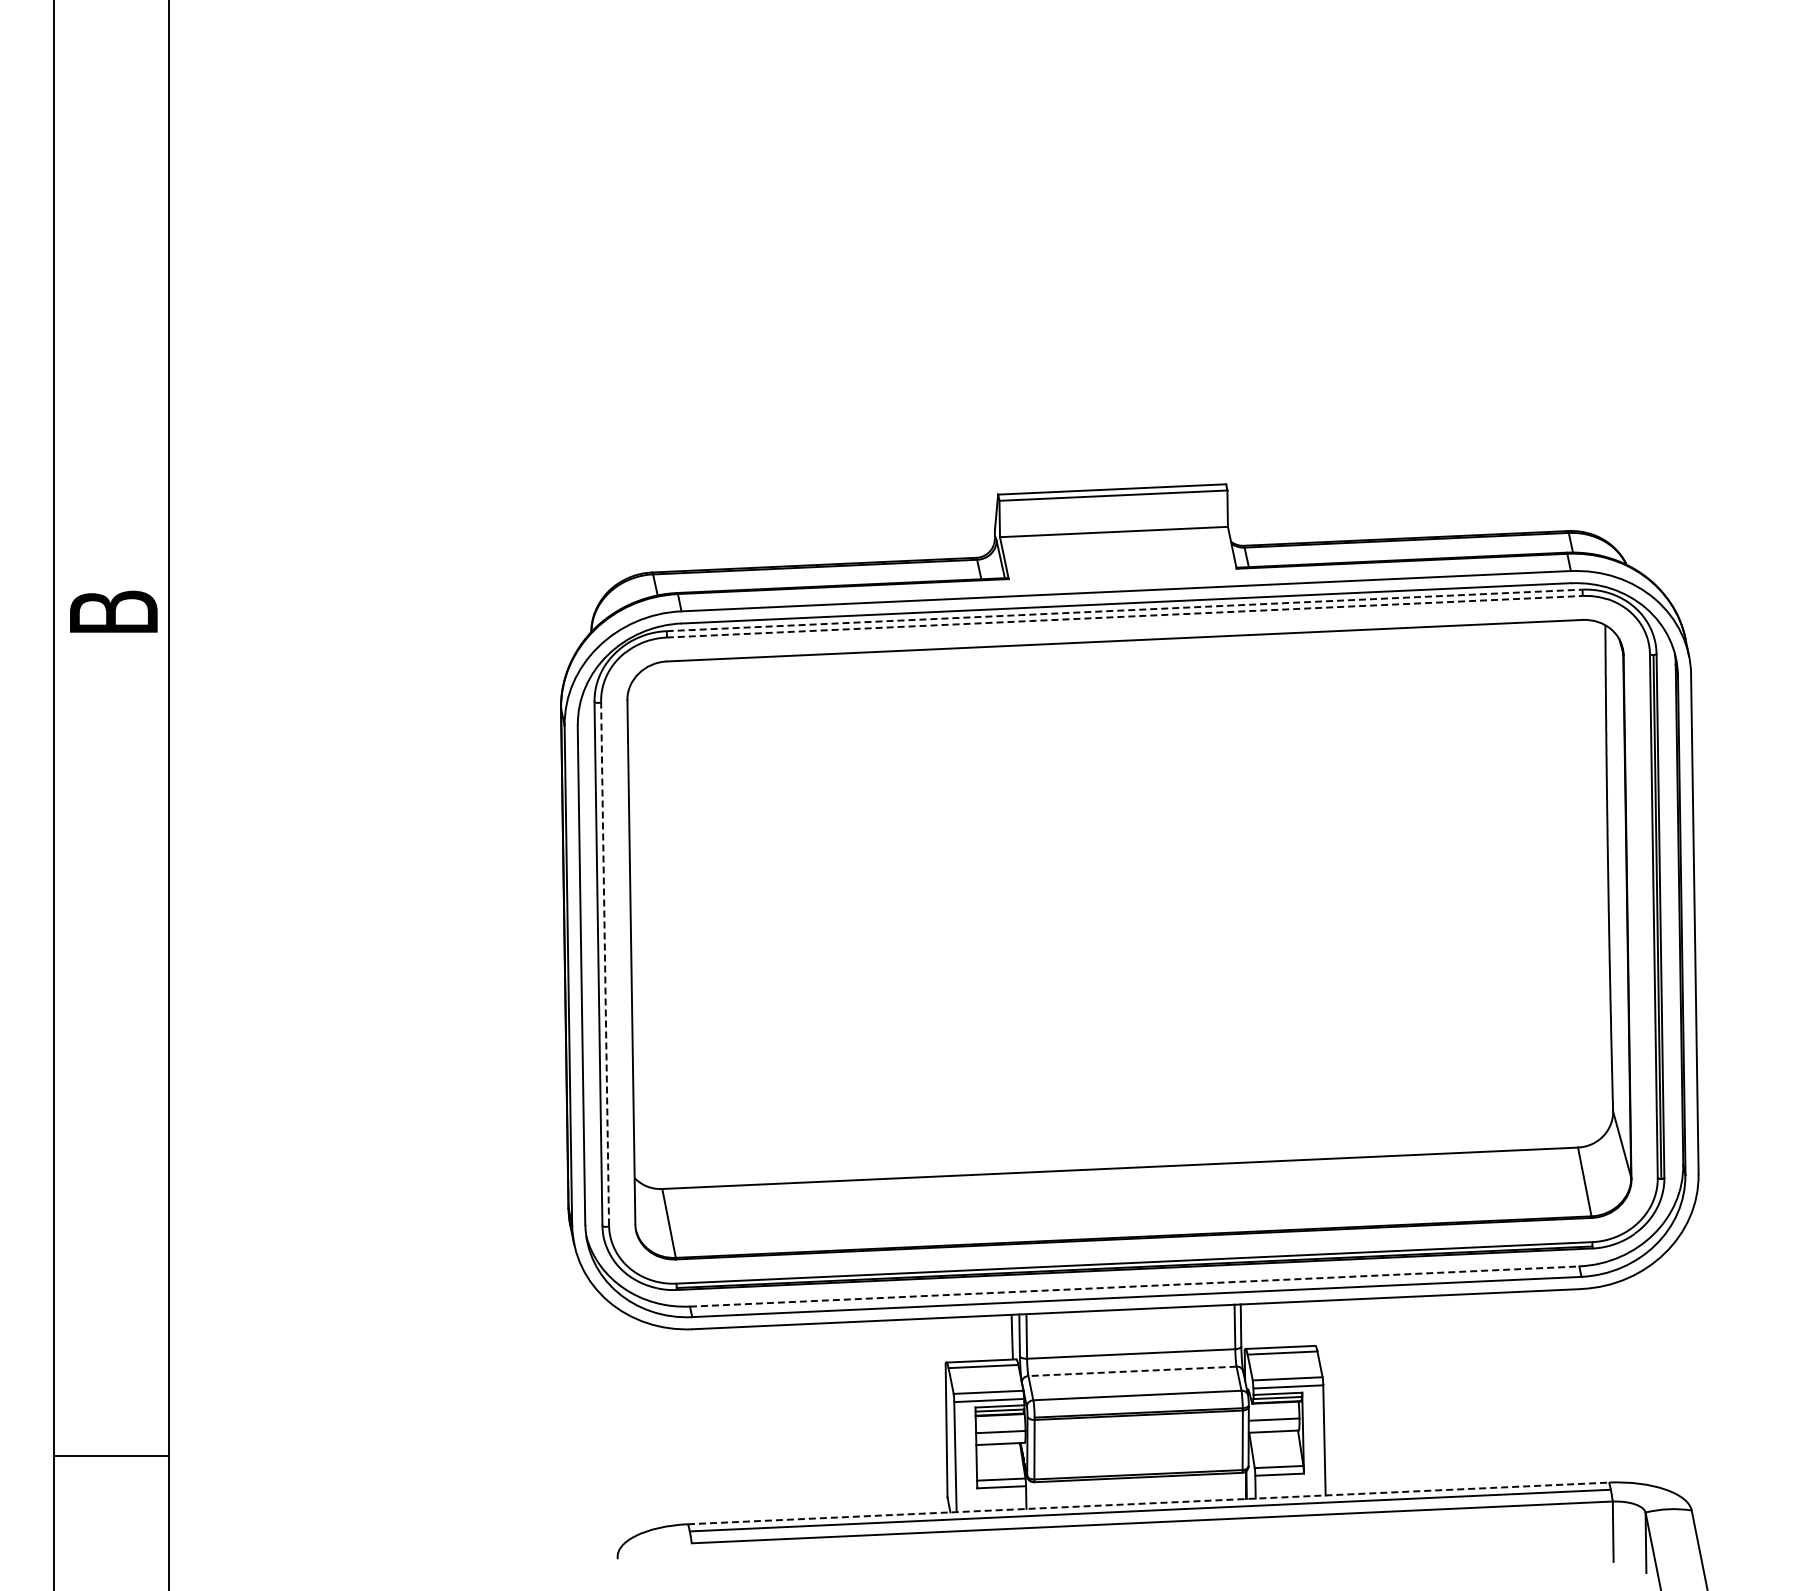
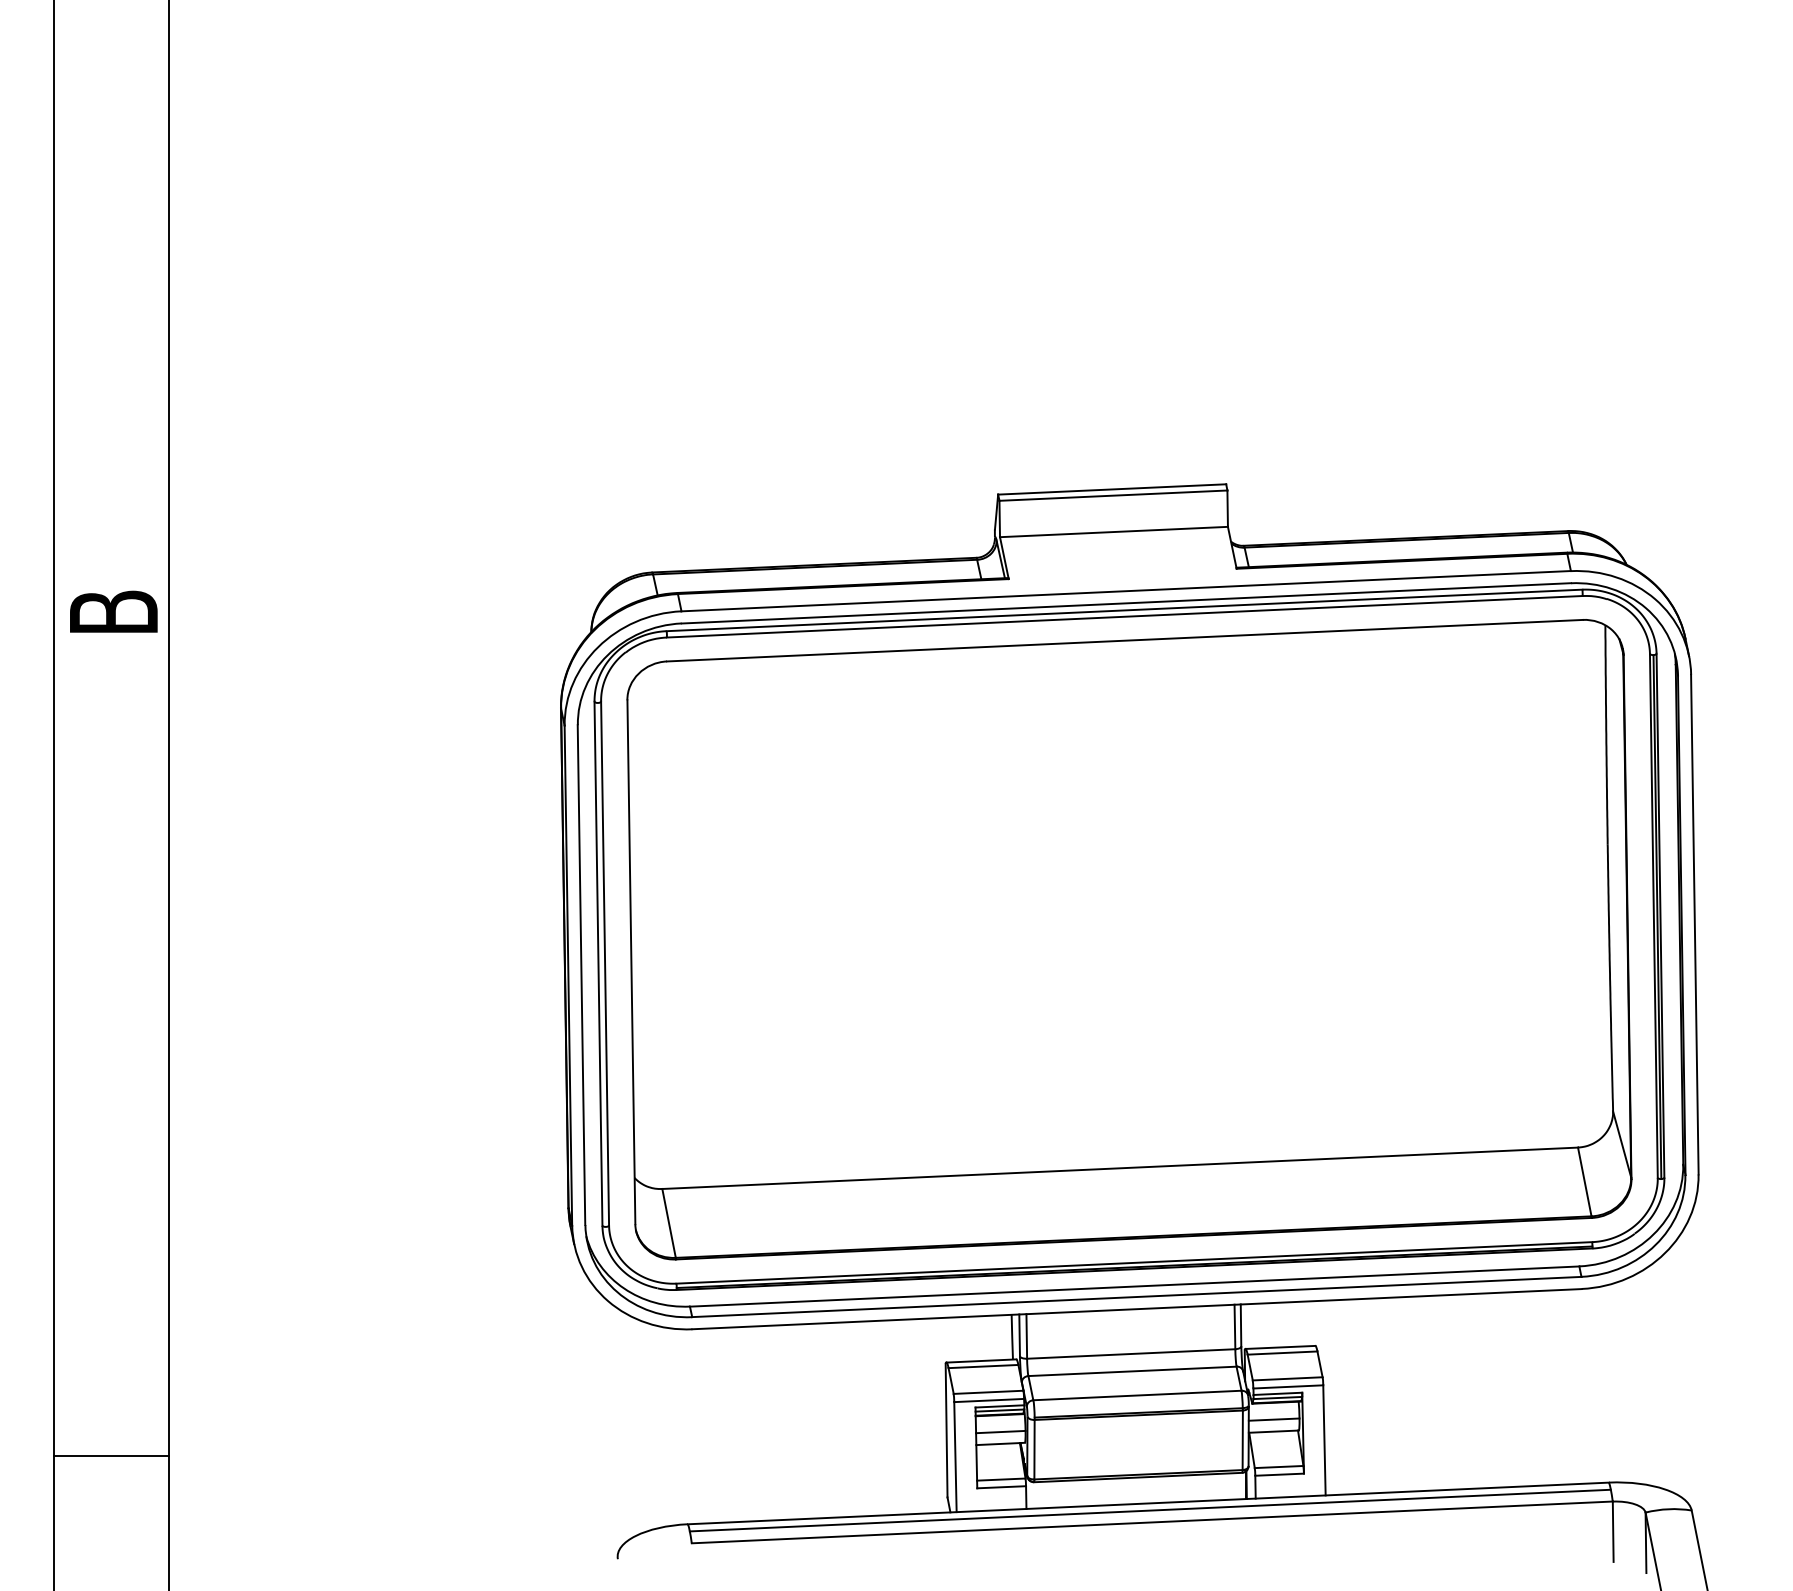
line at (1125, 610): dashed -> solid
line at (1125, 616): dashed -> solid
line at (605, 963): dashed -> solid
line at (1135, 1286): dashed -> solid
line at (1131, 1371): dashed -> solid
line at (1148, 1503): dashed -> solid
